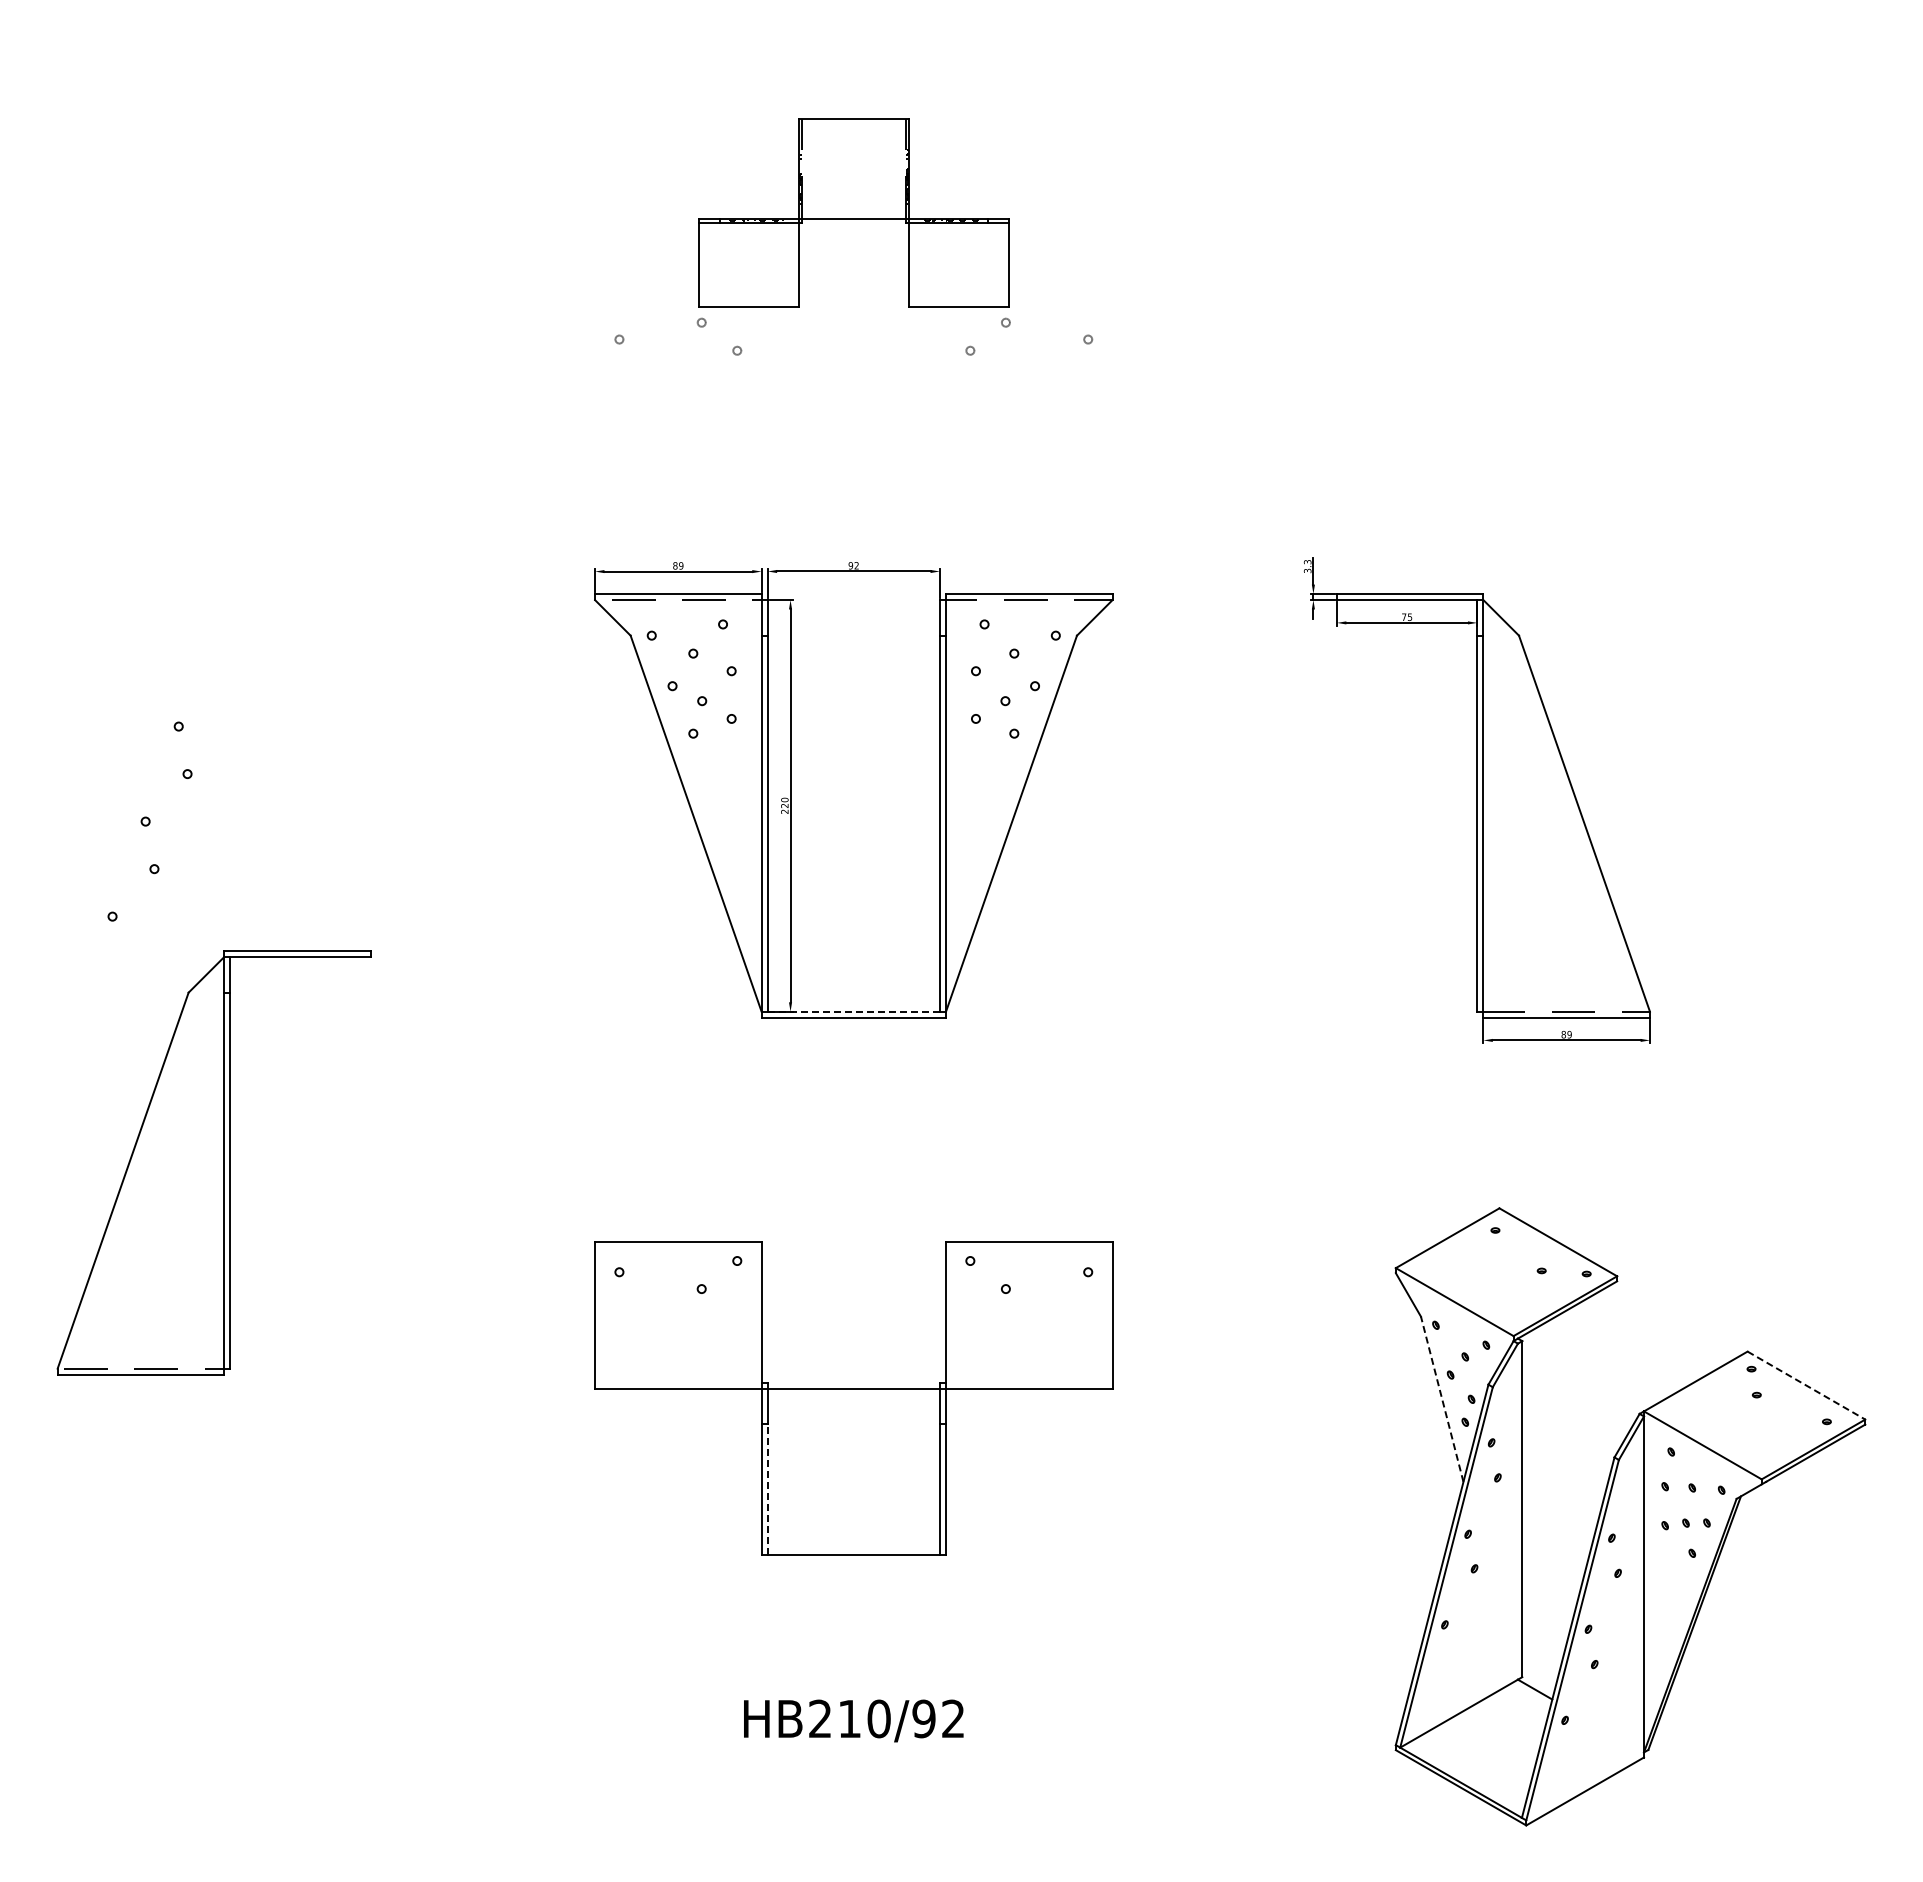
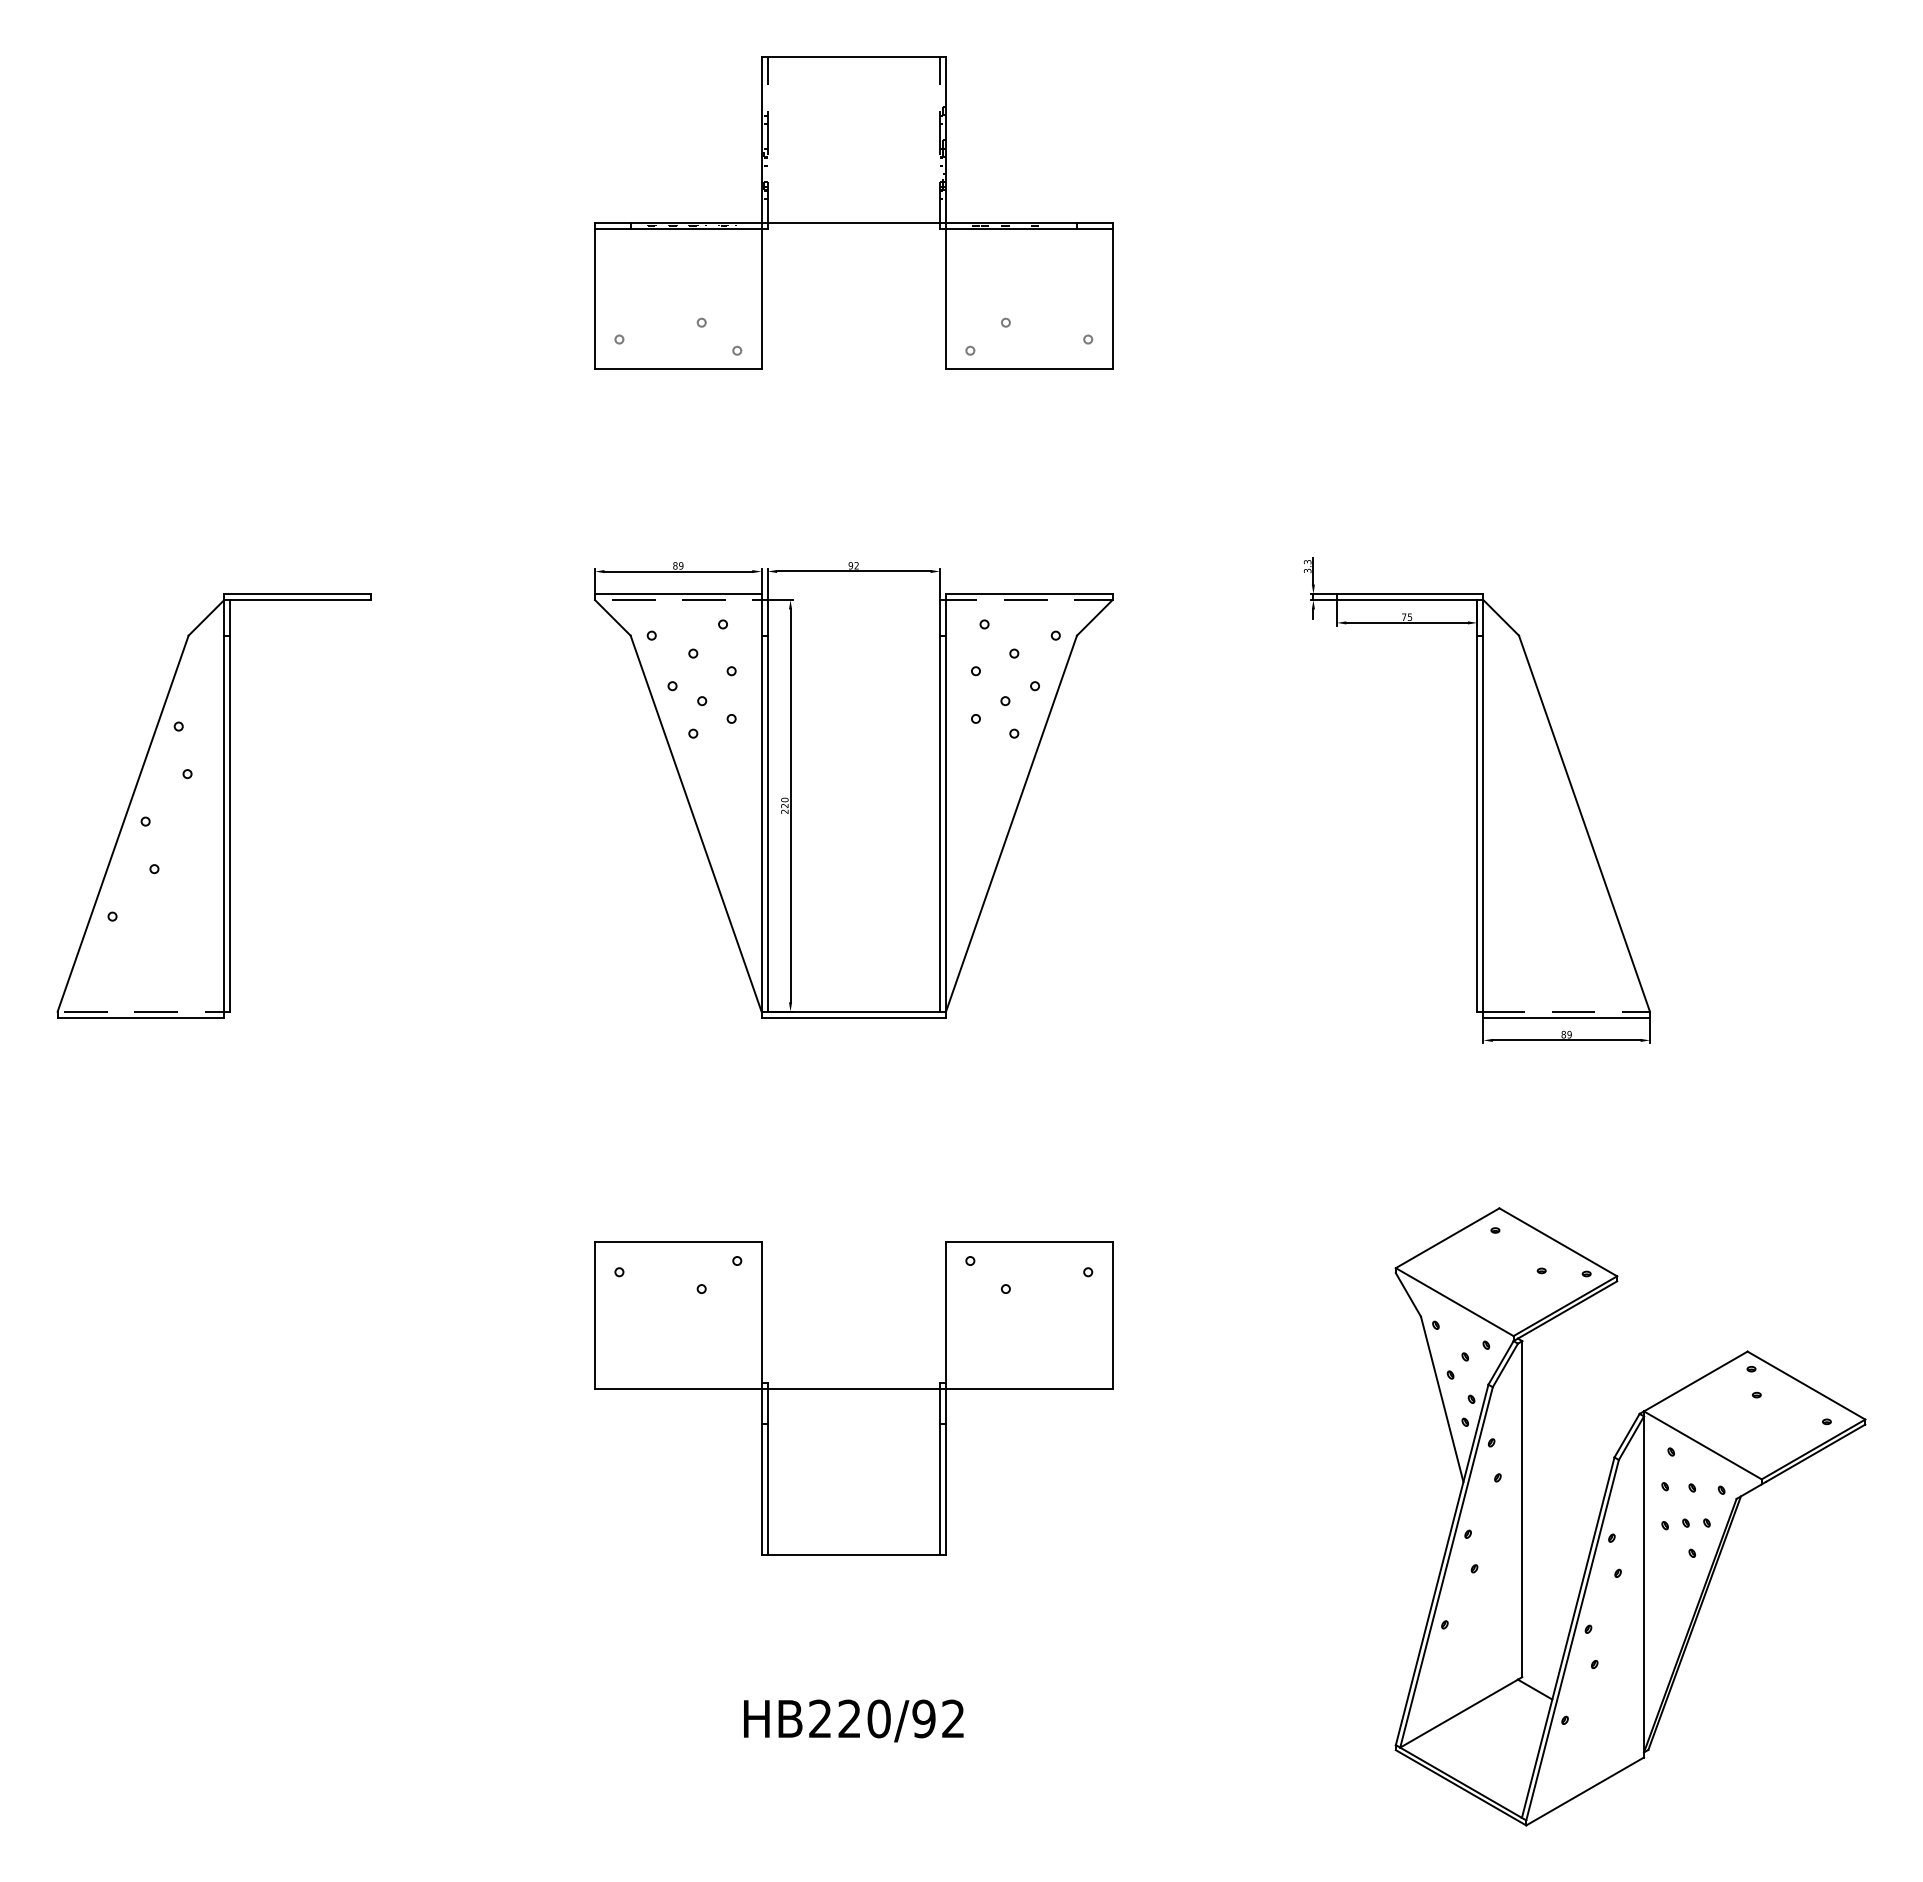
part at (853, 212) size: 312x190 px -> 520x314 px
line at (854, 1011): dashed -> solid
part at (213, 1162) position: (213, 1162) -> (213, 805)
line at (1806, 1385): dashed -> solid
line at (1442, 1398): dashed -> solid
line at (767, 1489): dashed -> solid
text at (849, 1718): HB210/92 -> HB220/92
